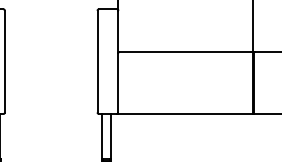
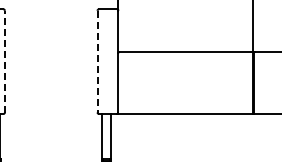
line at (4, 61): solid -> dashed
line at (97, 61): solid -> dashed
